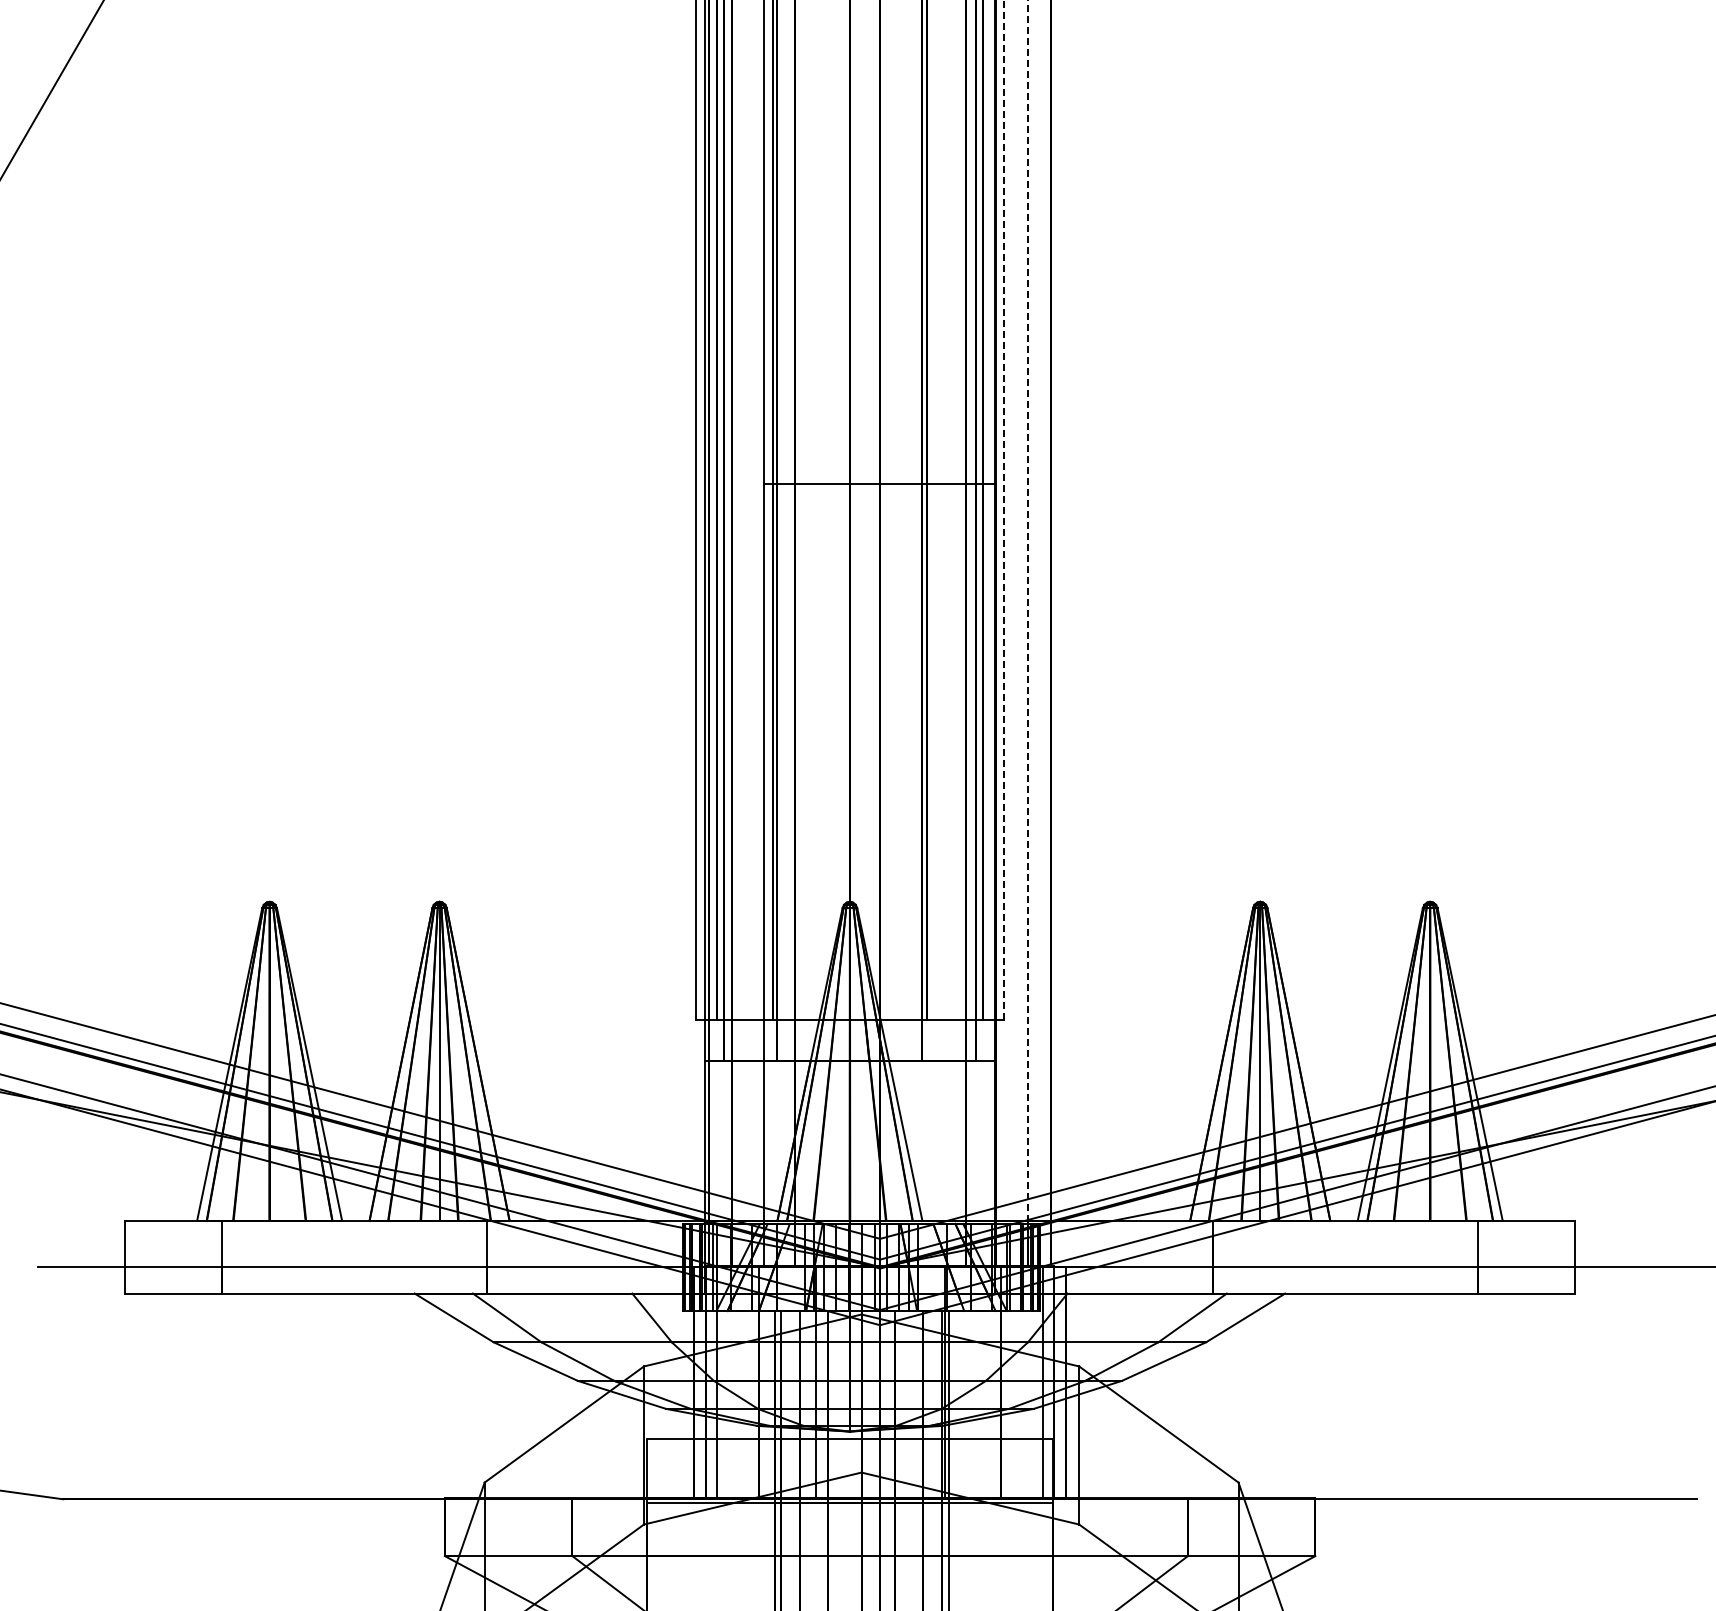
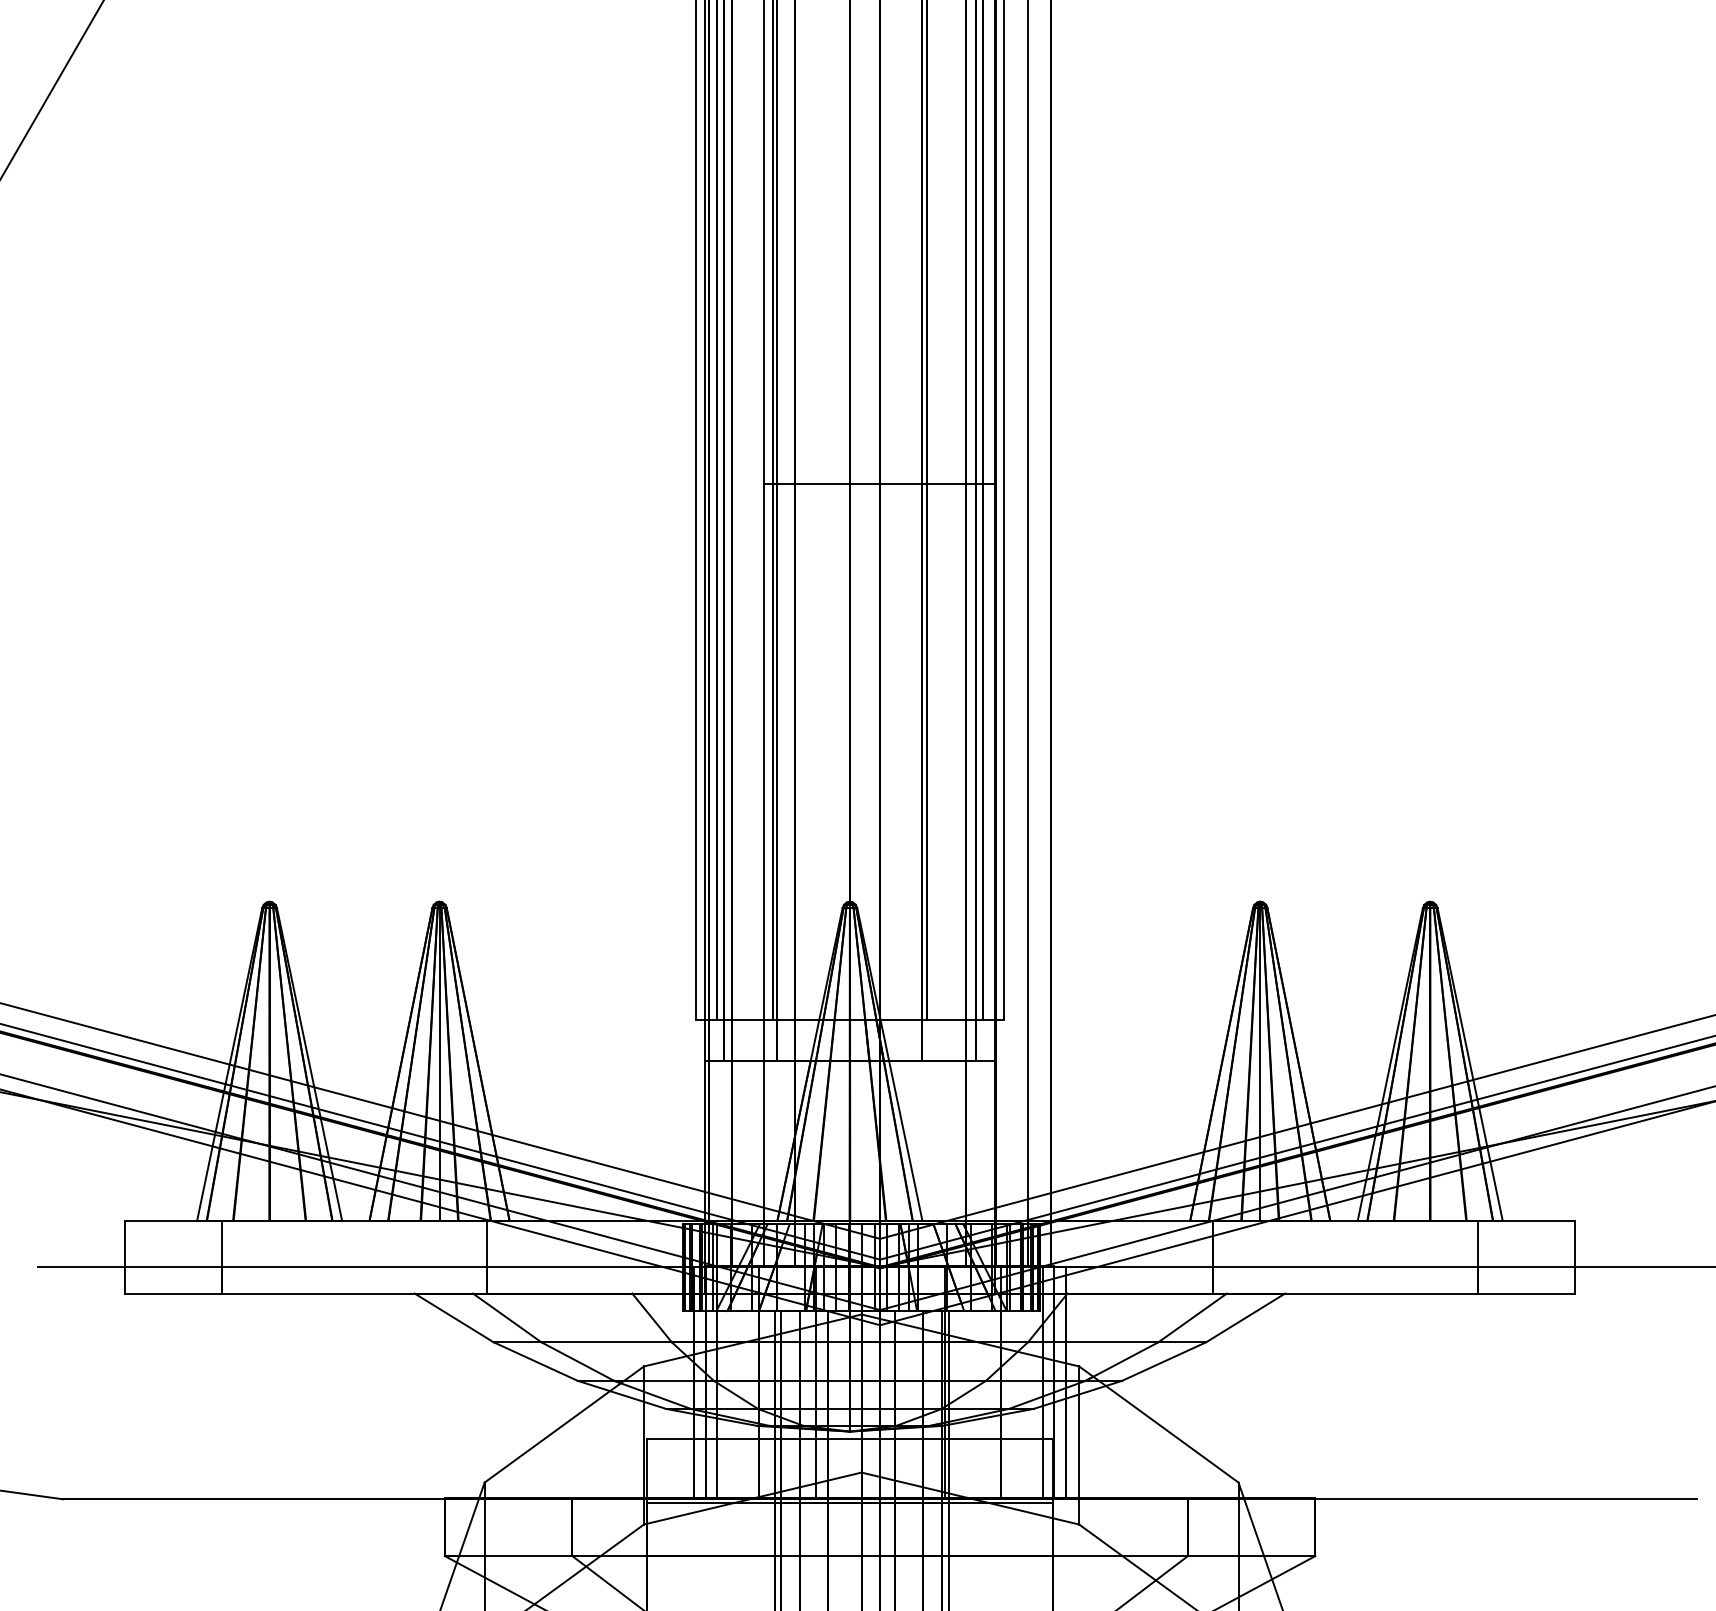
line at (1003, 510): dashed -> solid
line at (1028, 633): dashed -> solid
